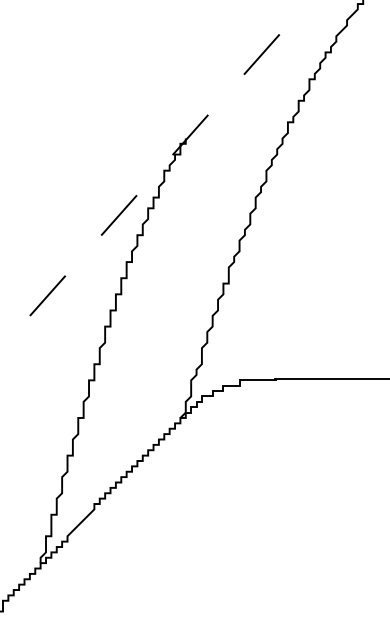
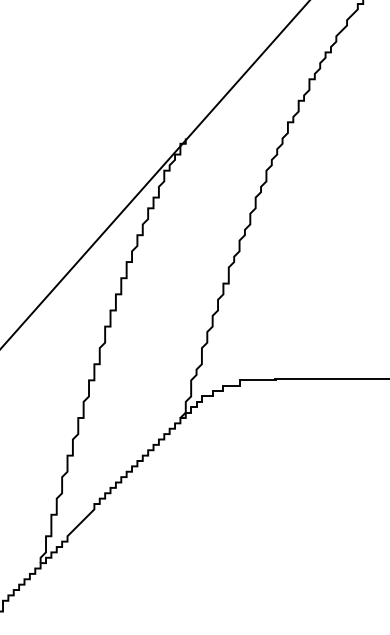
line at (155, 174): dashed -> solid
